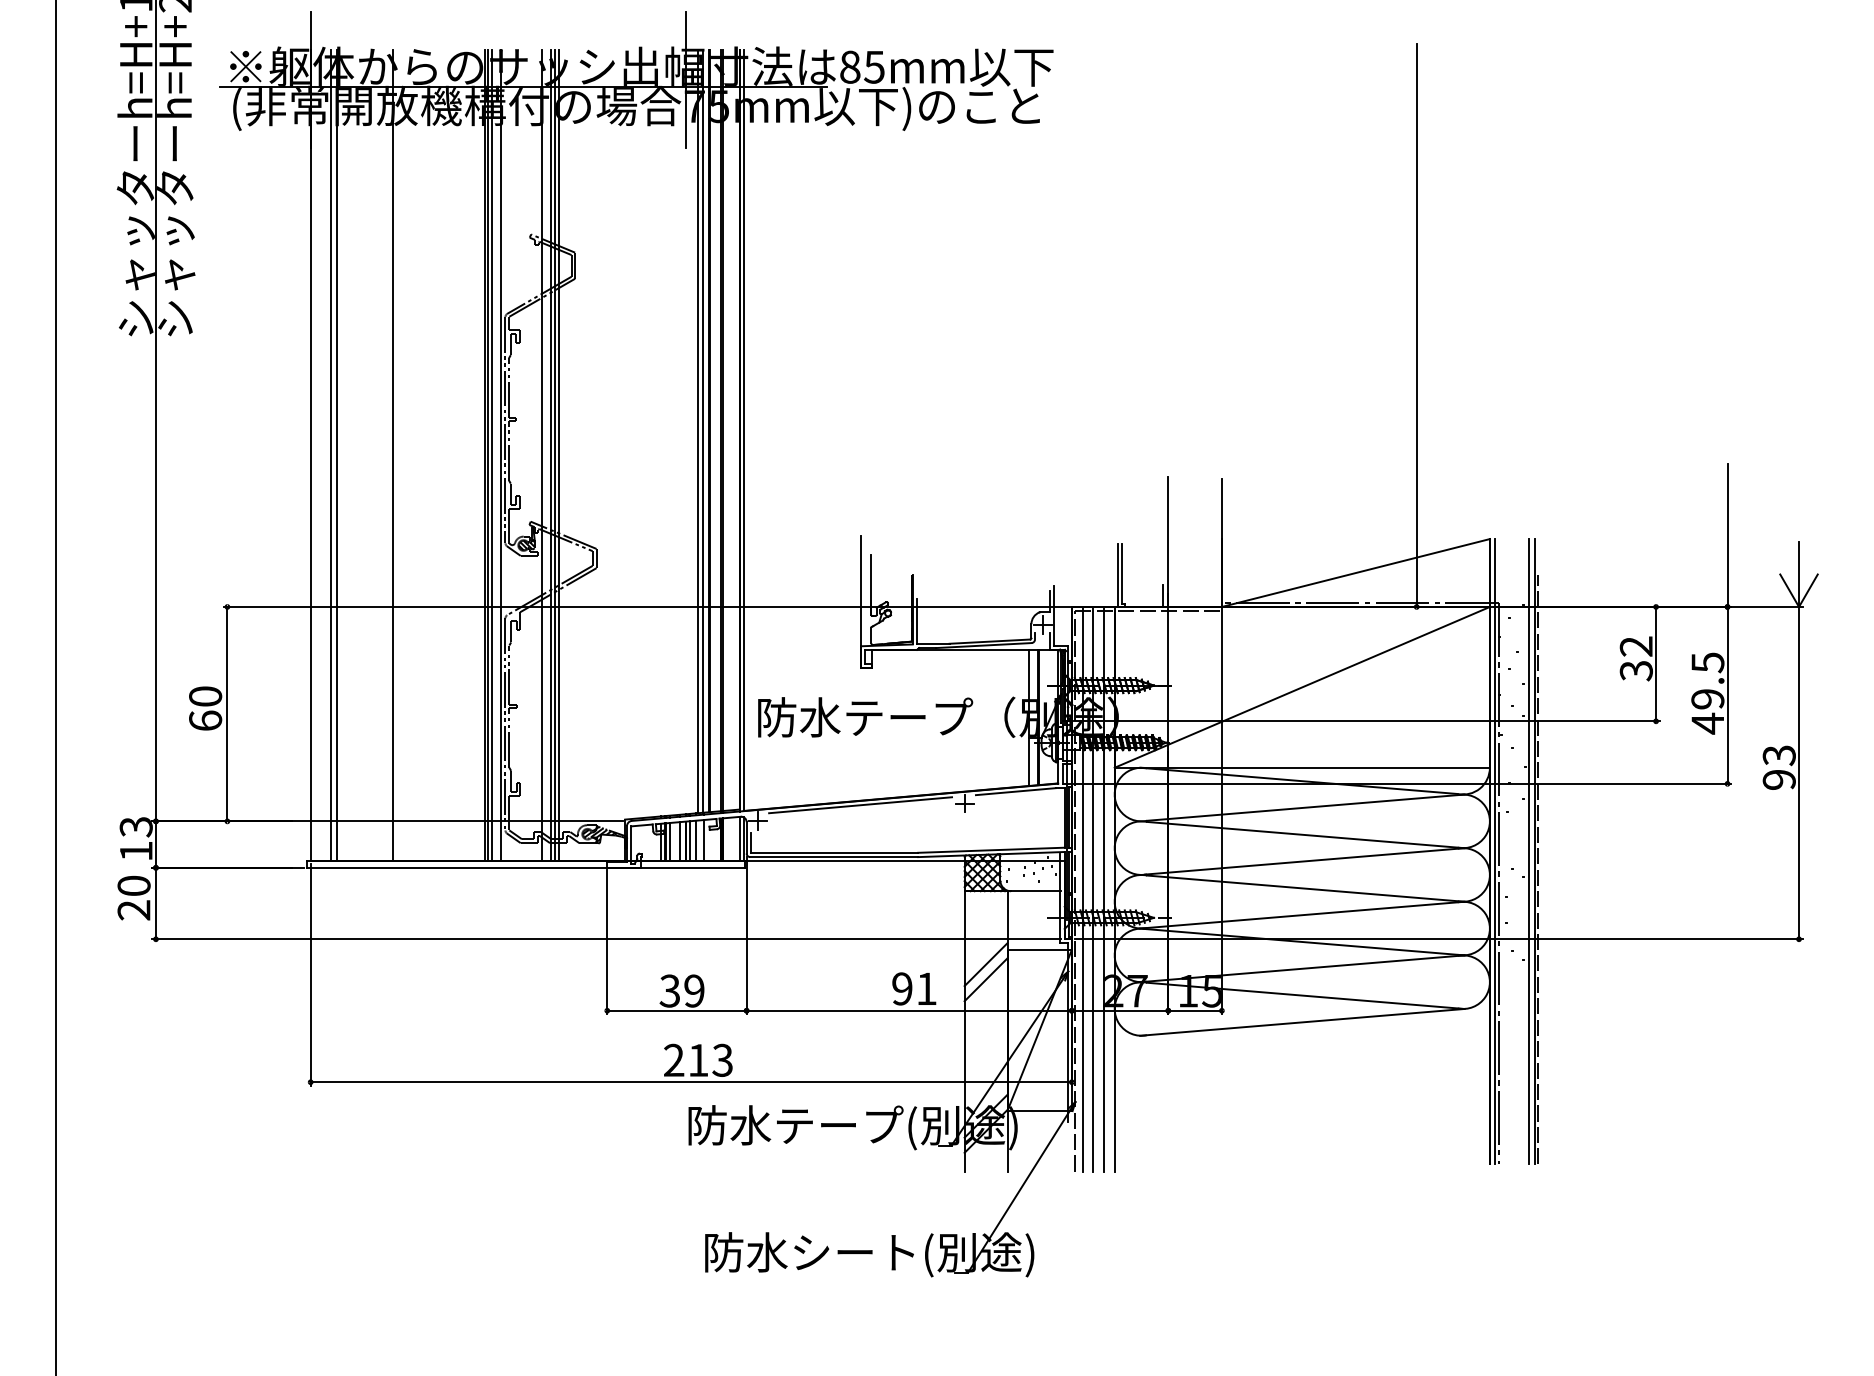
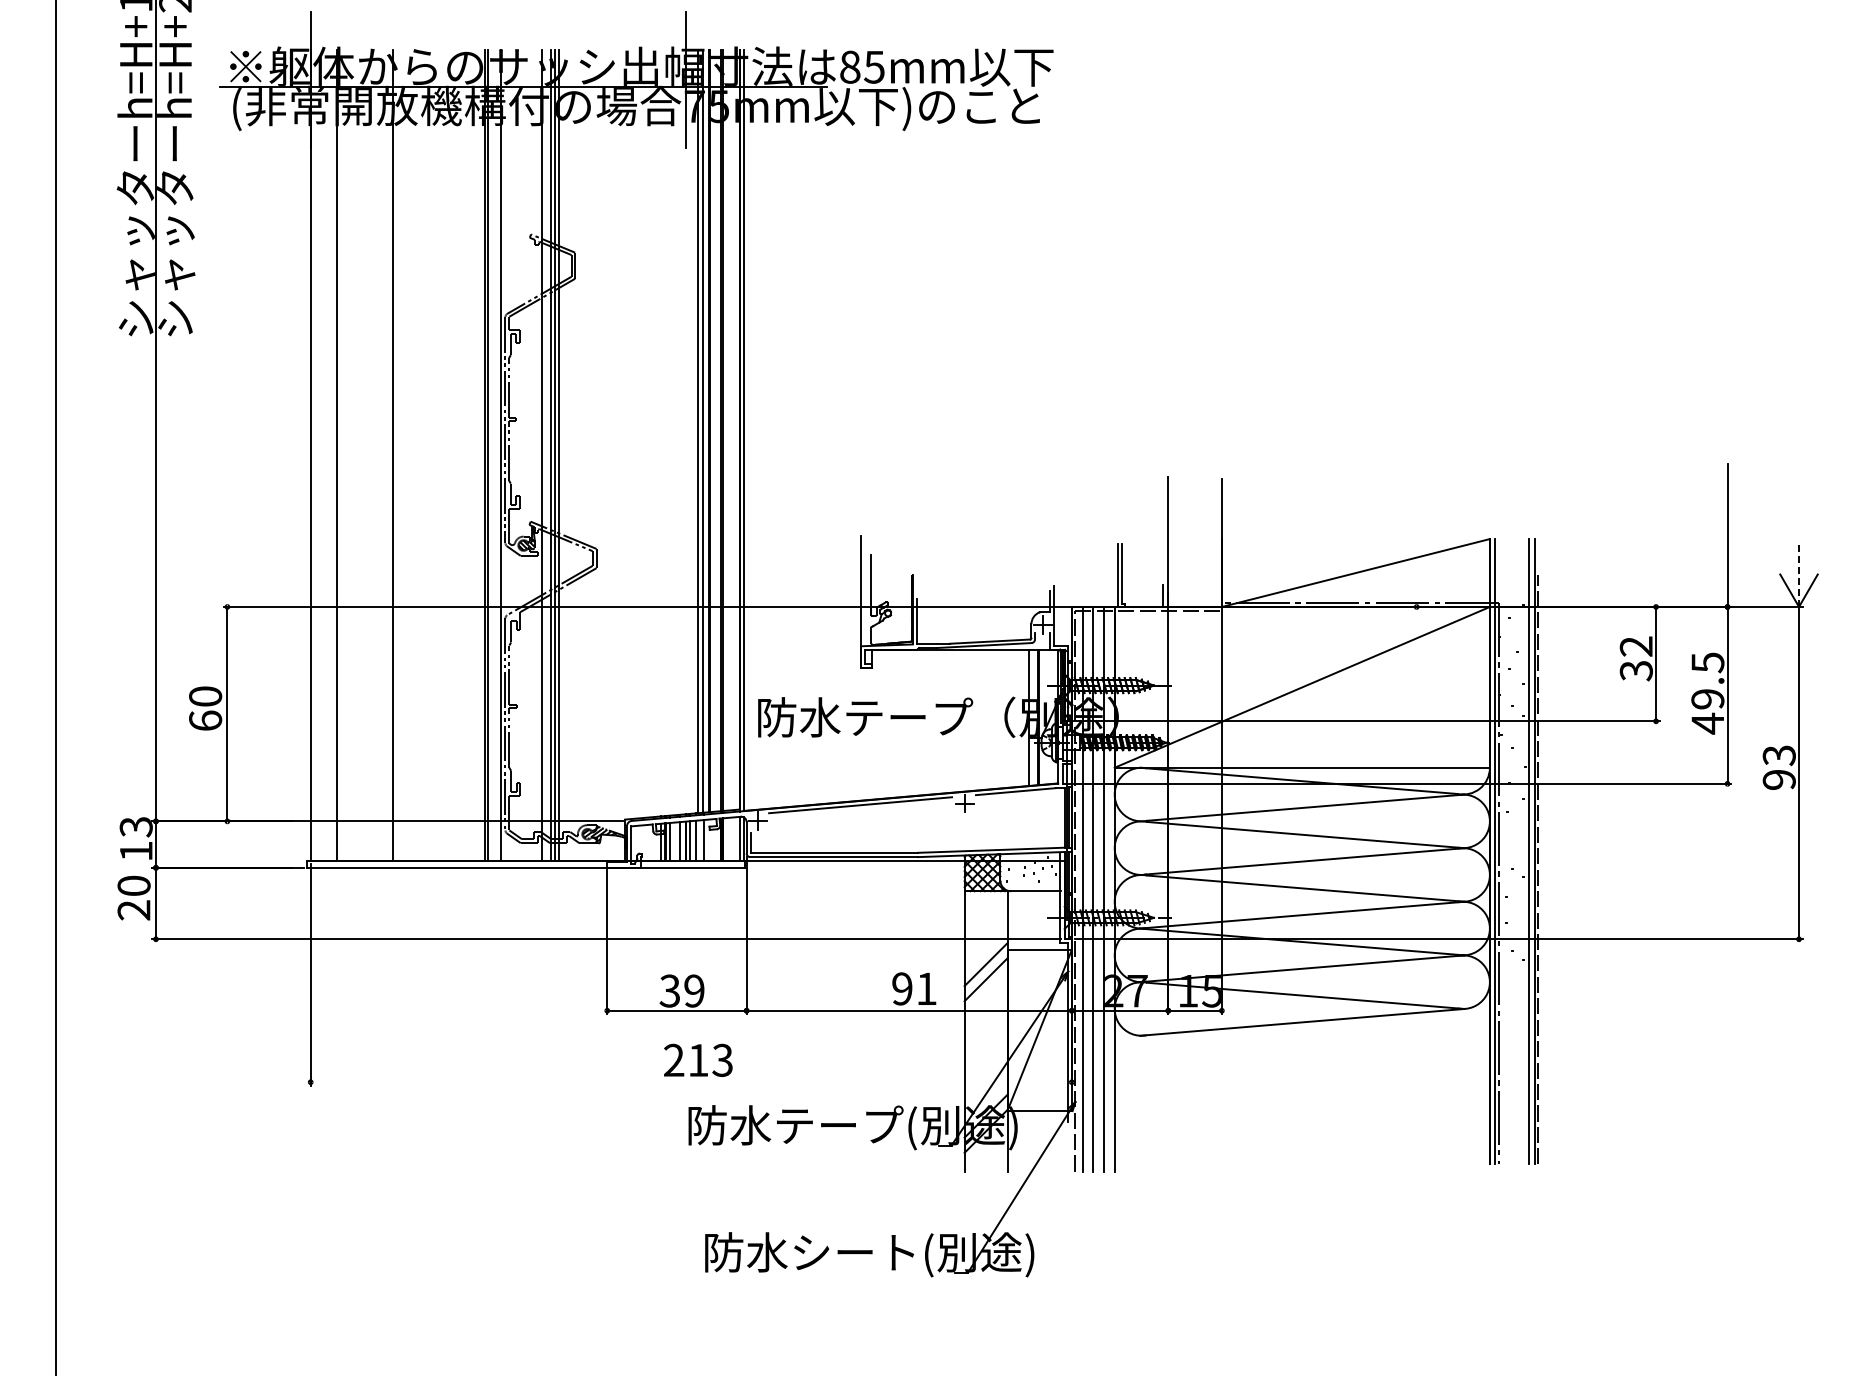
line at (1416, 325): present -> none
line at (331, 454): present -> none
line at (491, 454): present -> none
line at (1799, 574): solid -> dashed
line at (690, 1082): present -> none
